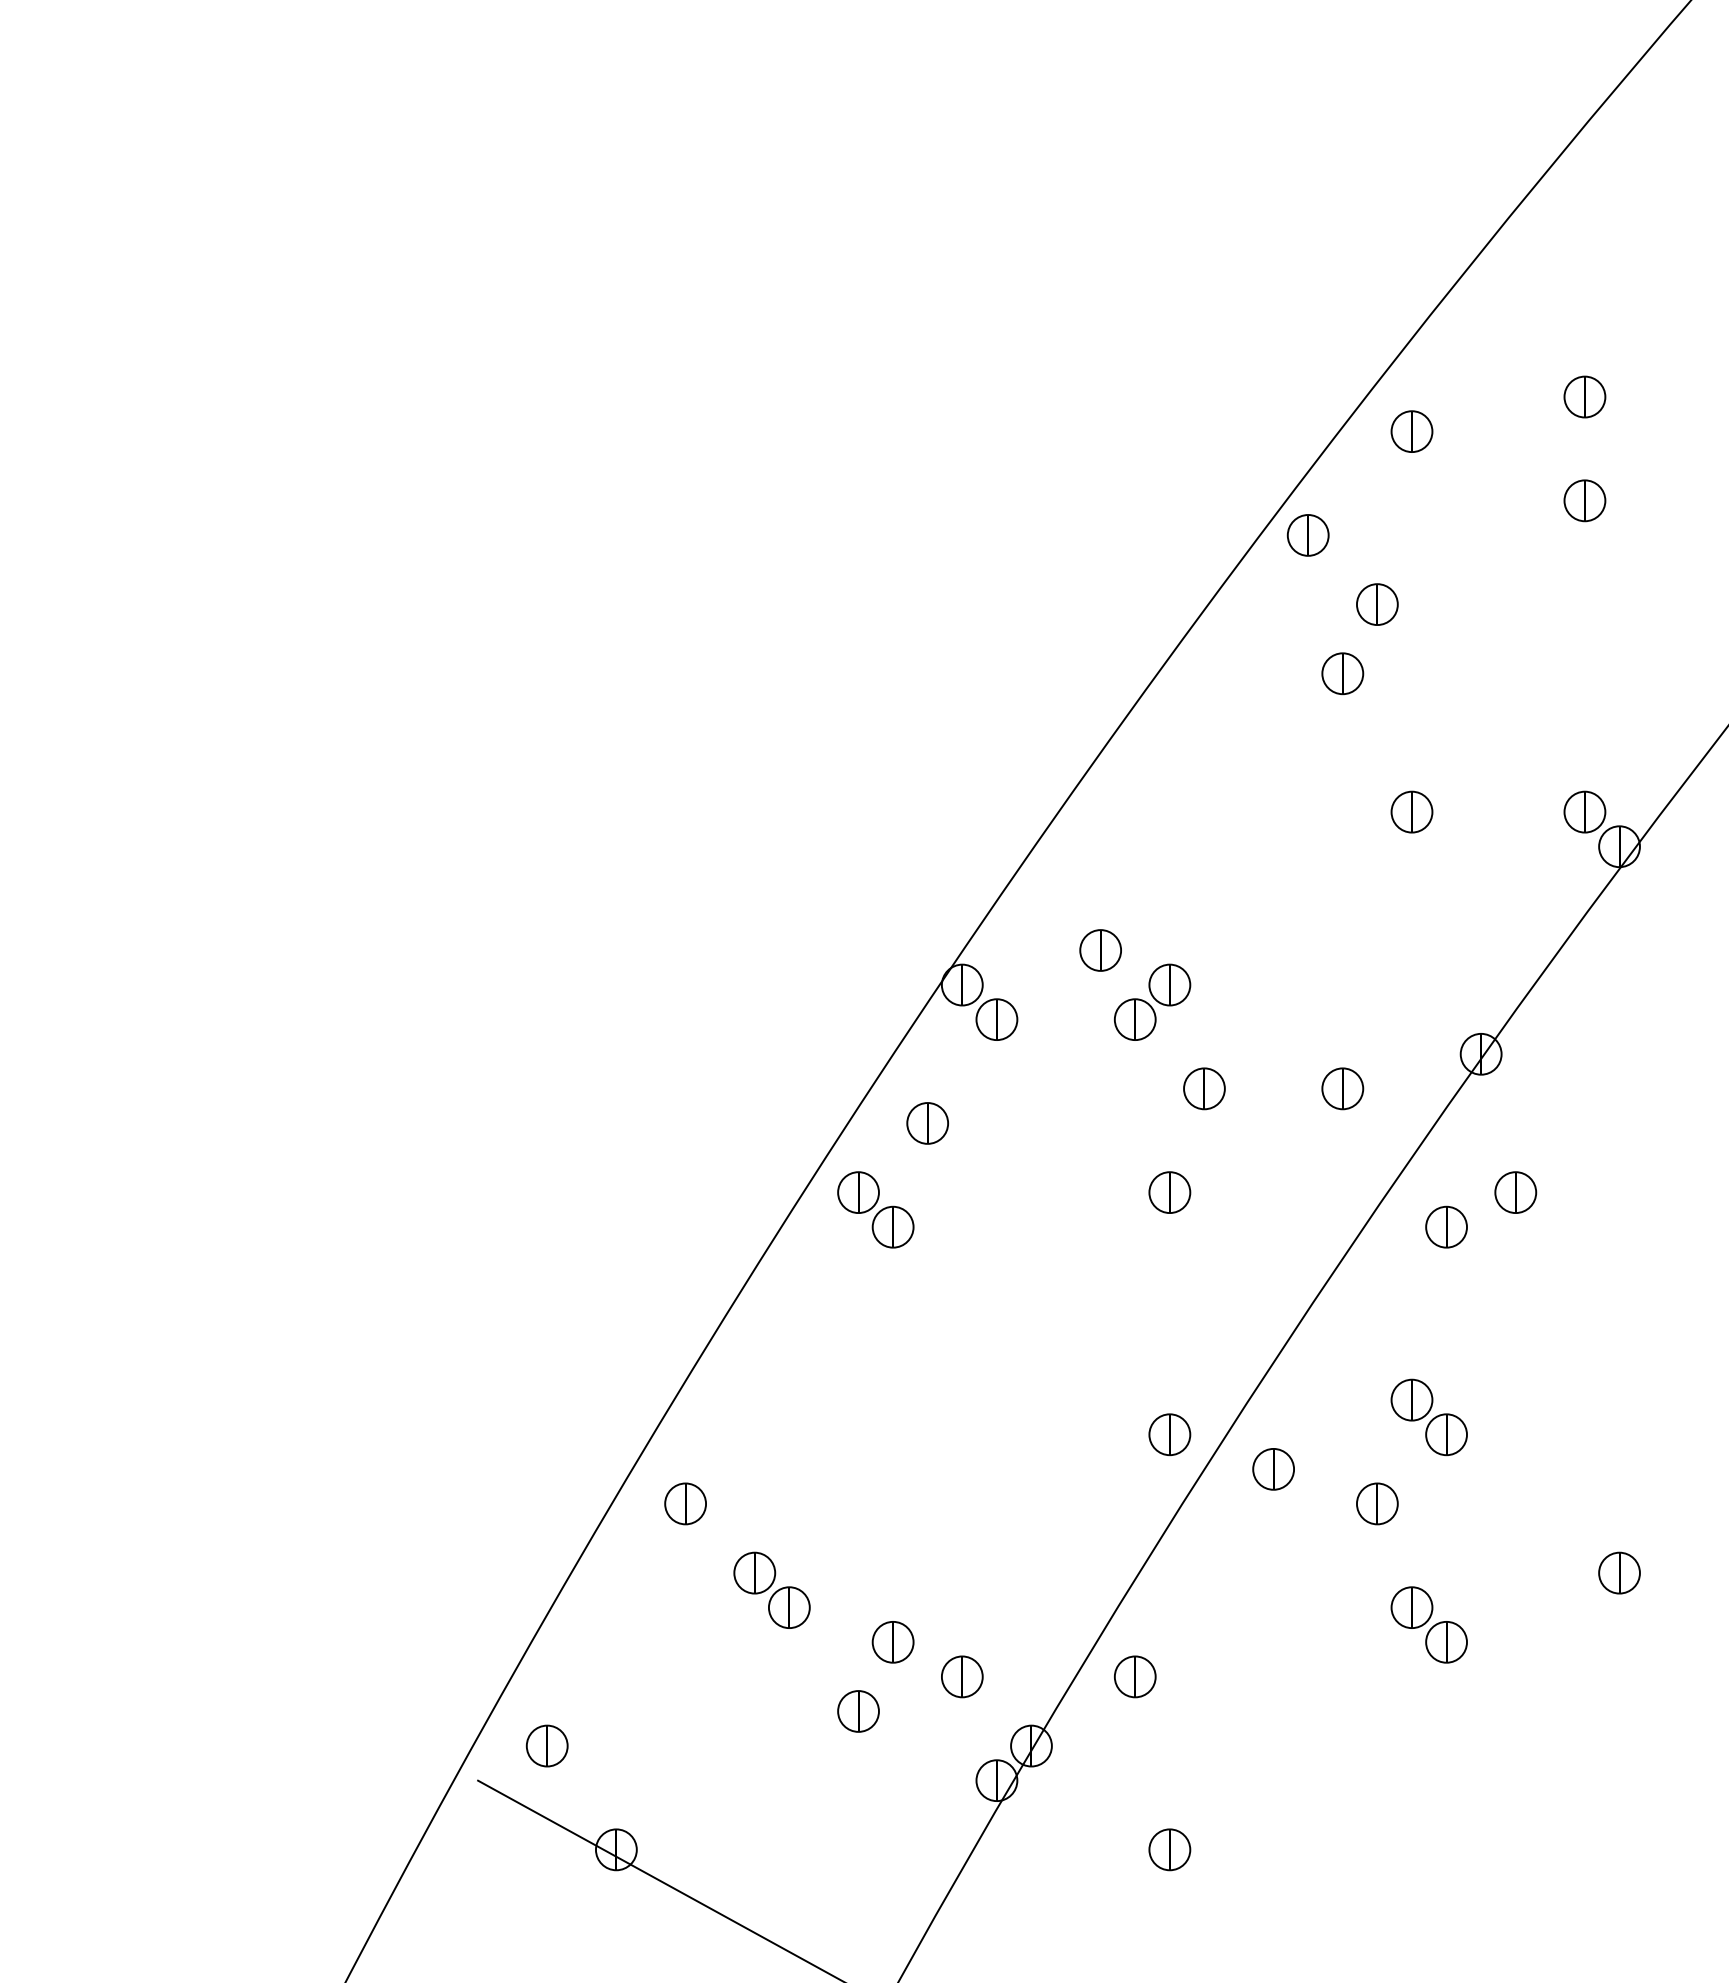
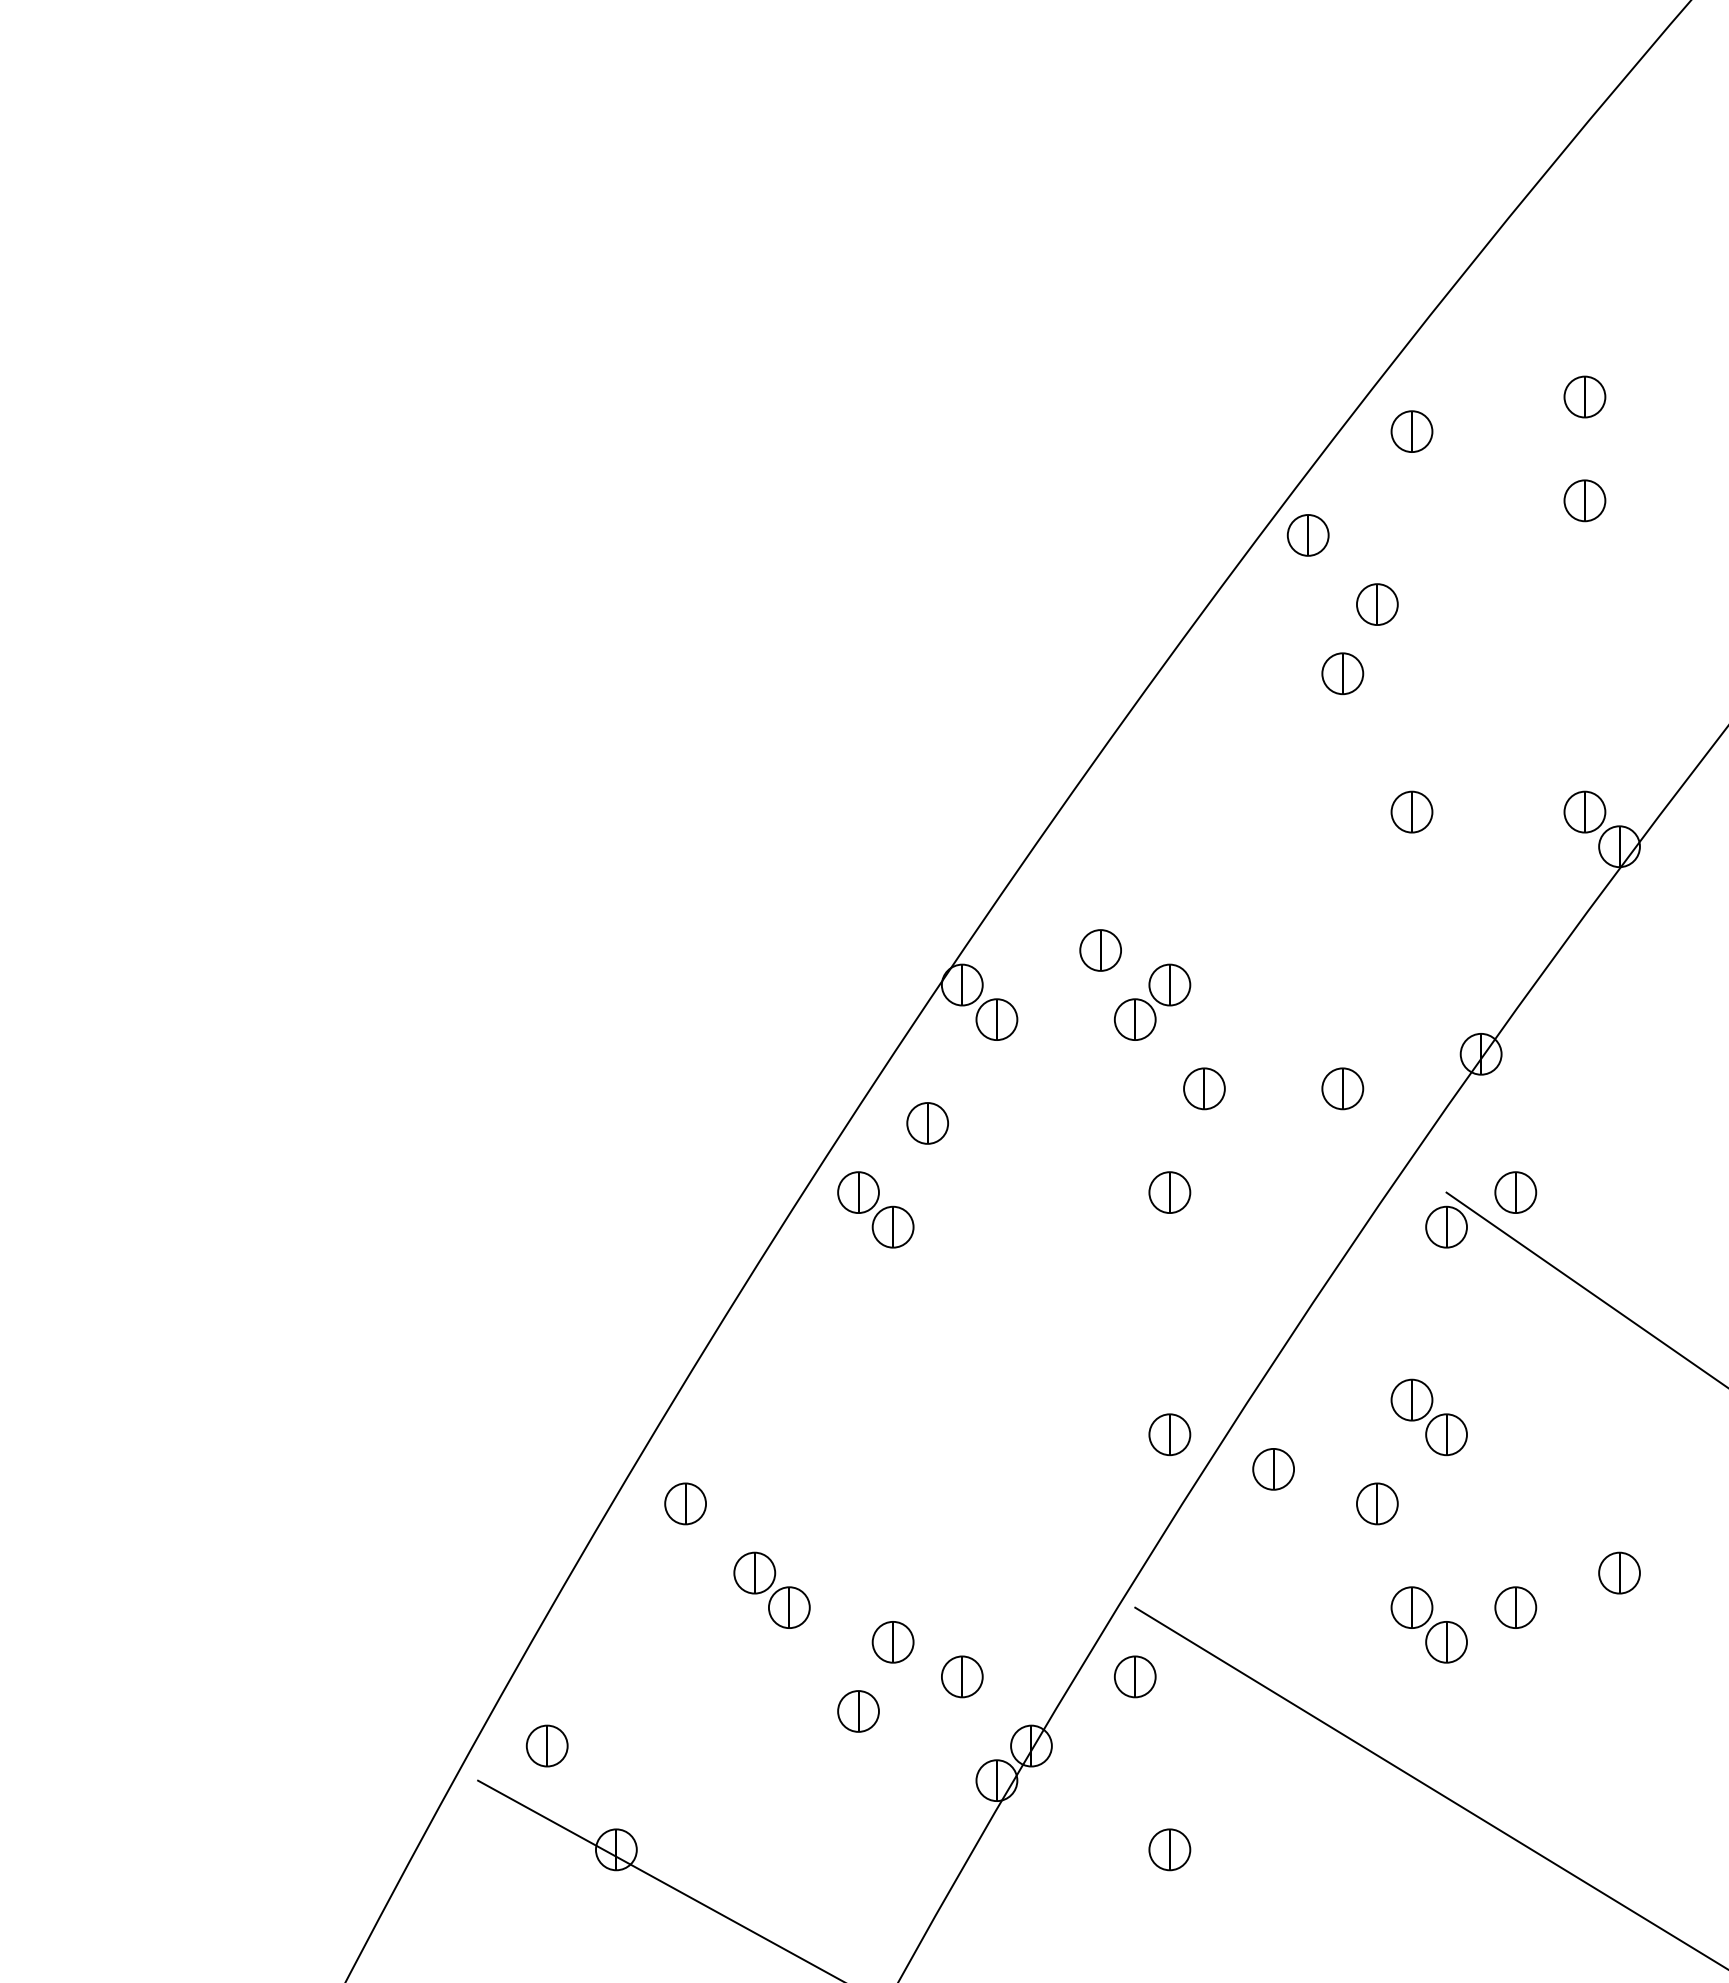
line at (1585, 1289): none -> present
part at (1515, 1607): none -> present
line at (1430, 1787): none -> present
